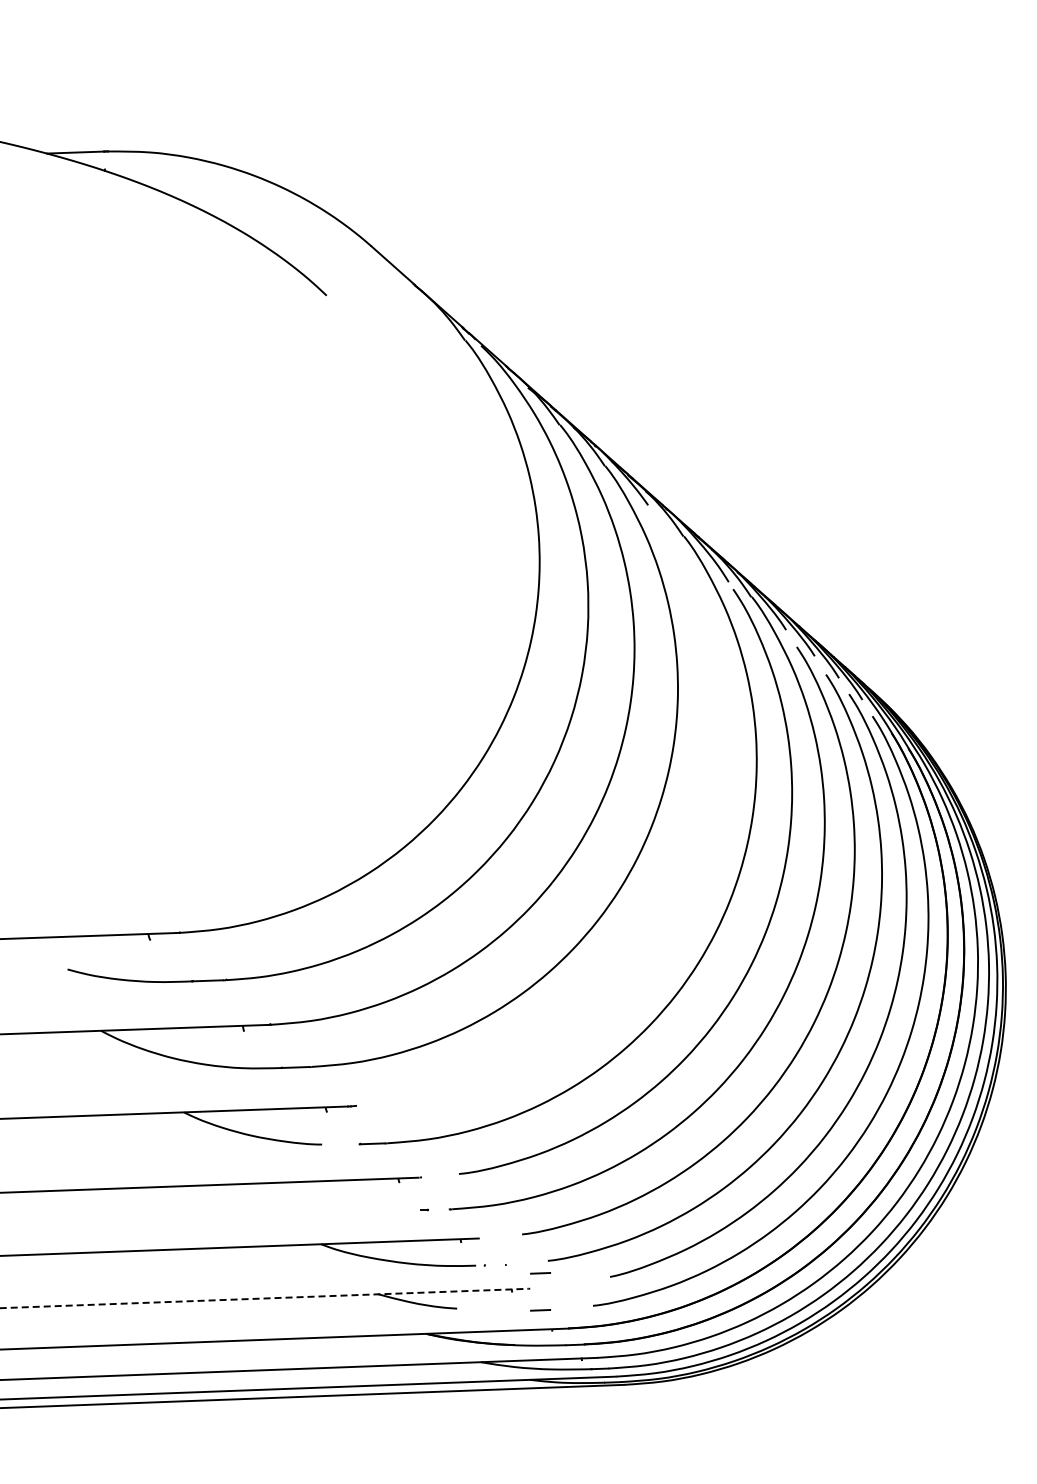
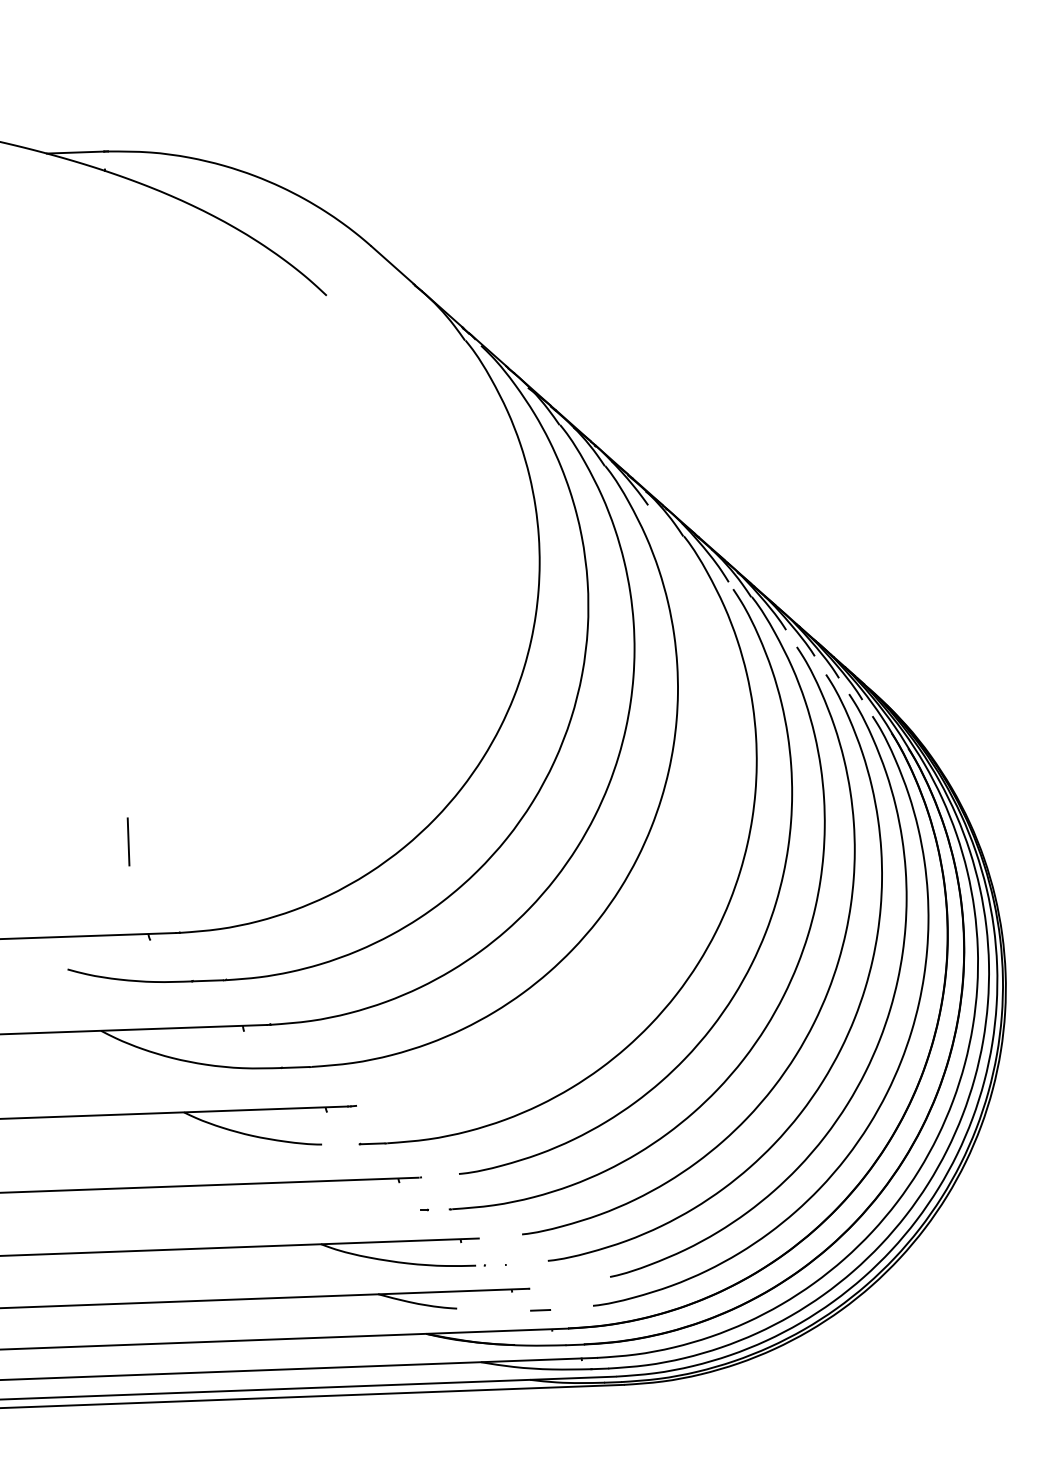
line at (128, 841): none -> present
line at (540, 1273): present -> none
line at (264, 1298): dashed -> solid
